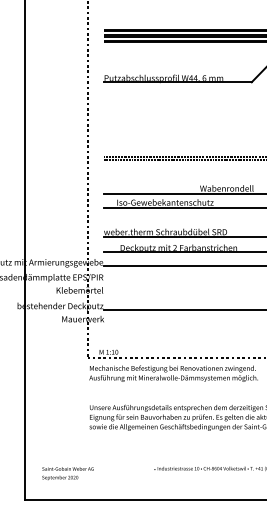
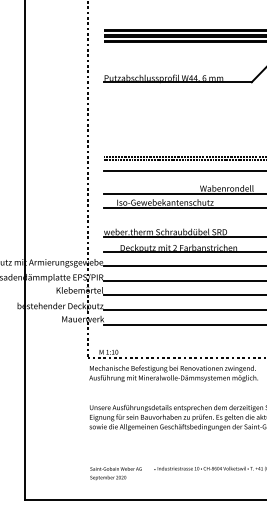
line at (183, 171): none -> present
line at (183, 280): none -> present
line at (183, 295): none -> present
line at (183, 324): none -> present
text at (67, 473) position: (67, 473) -> (115, 473)
